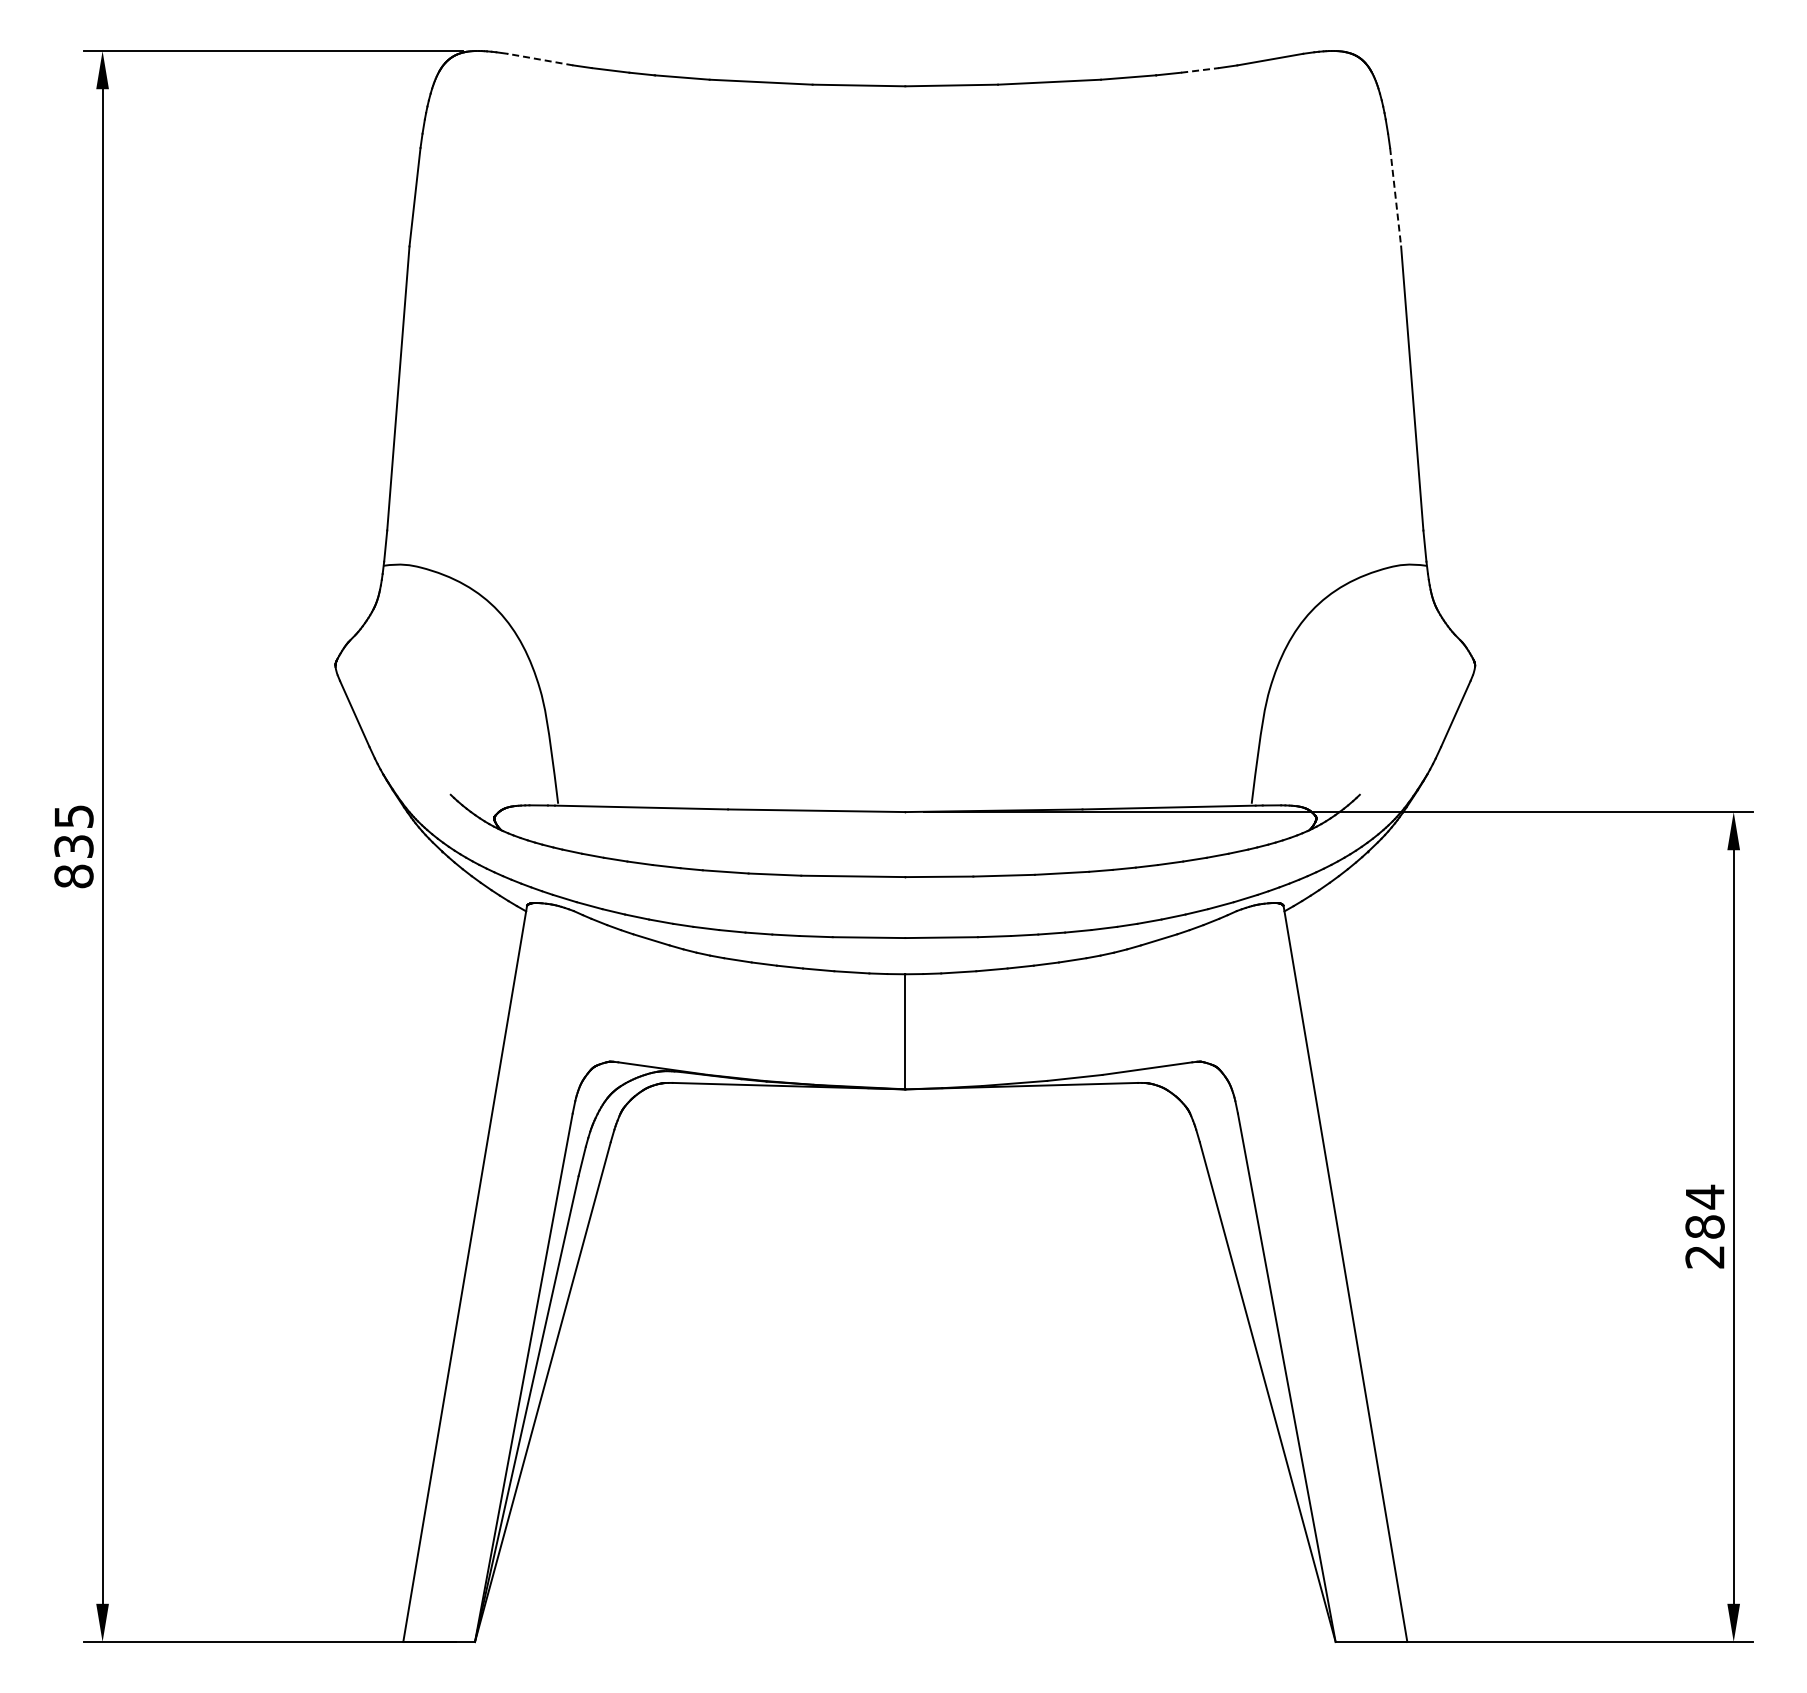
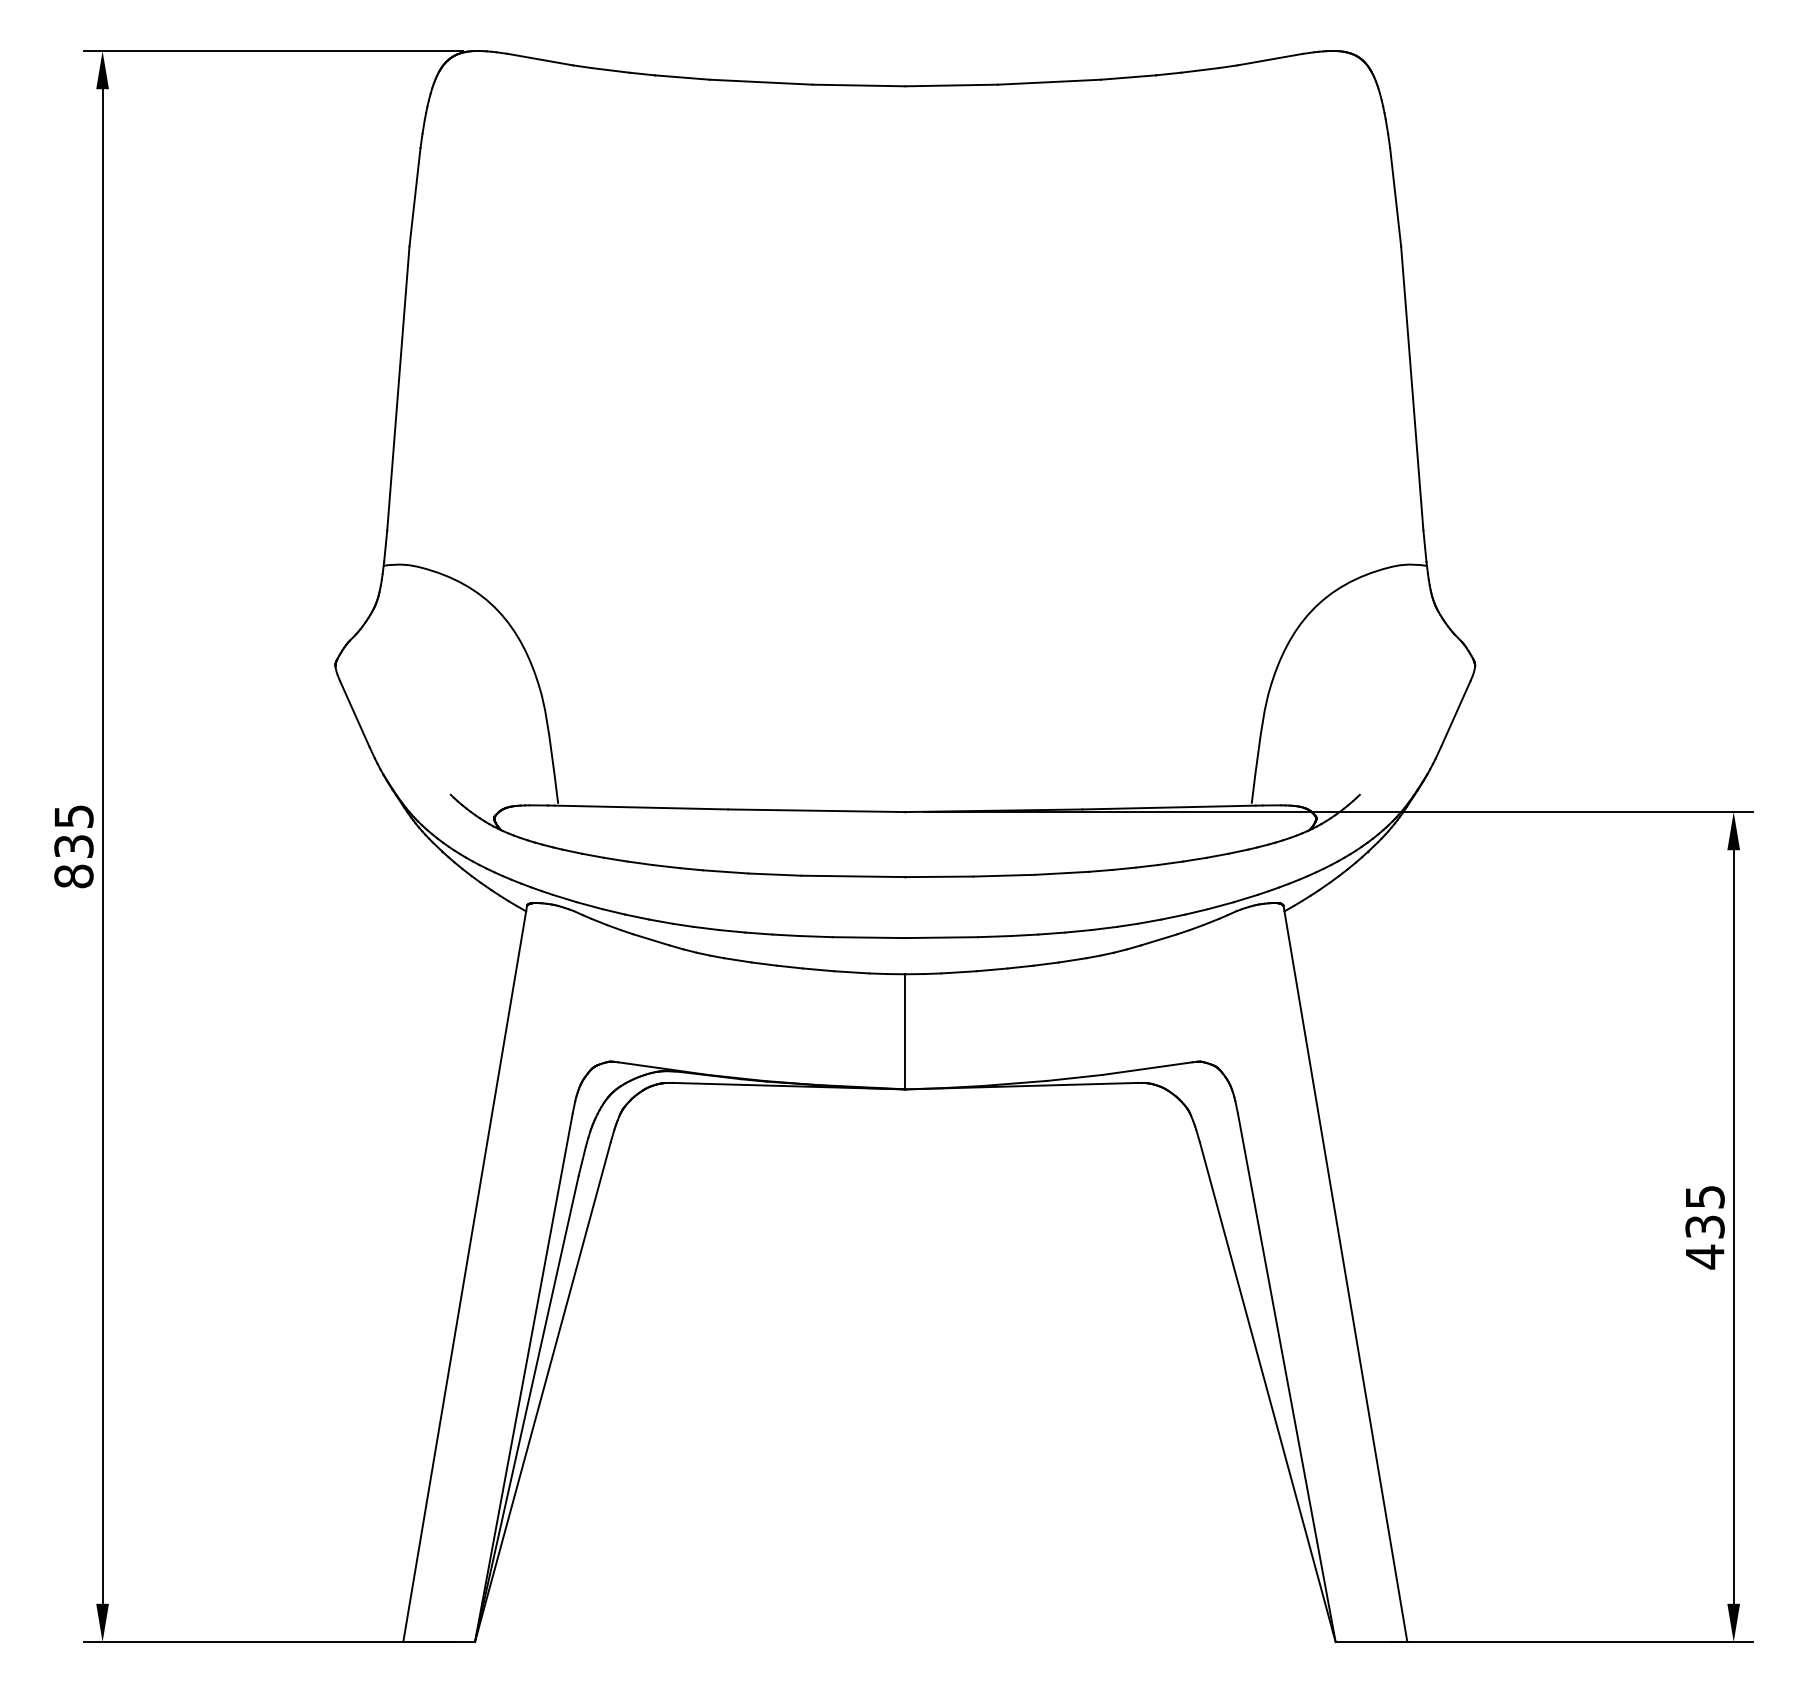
line at (539, 59): dashed -> solid
line at (1200, 70): dashed -> solid
line at (1395, 197): dashed -> solid
text at (1704, 1226): 284 -> 435
